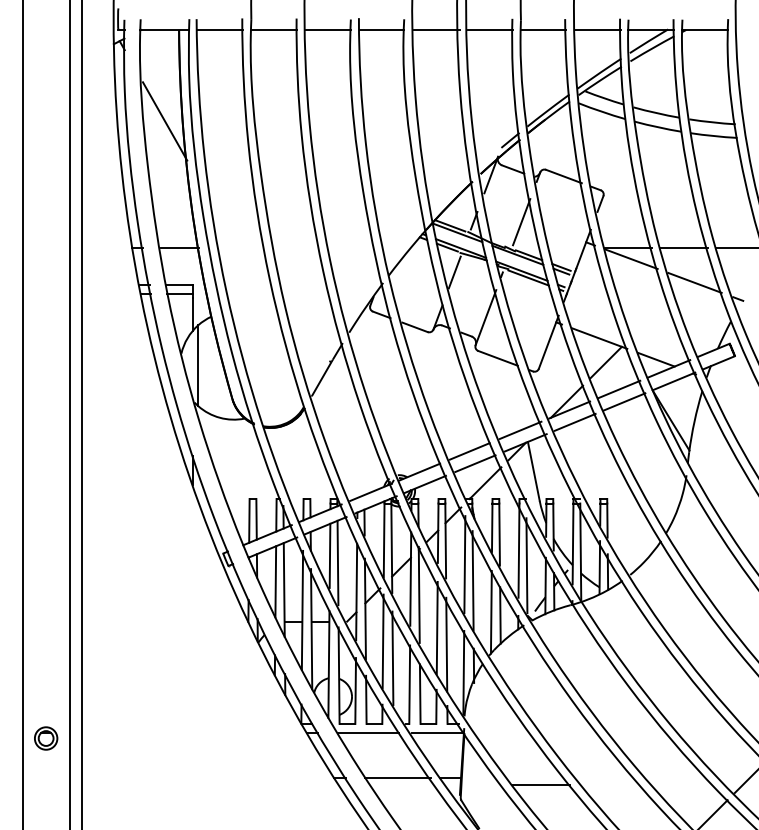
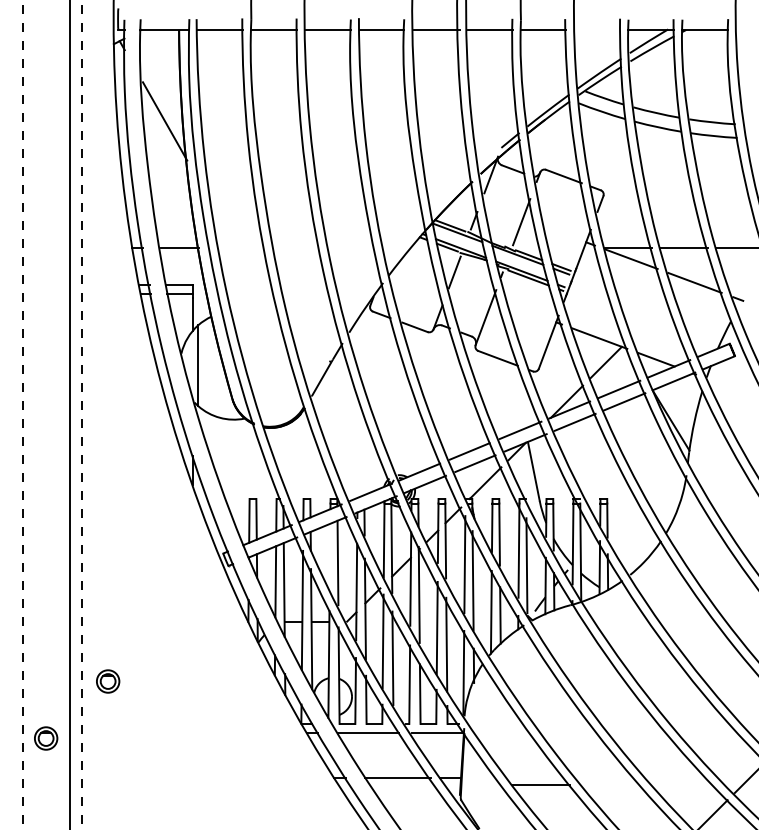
line at (597, 30): present -> none
line at (22, 414): solid -> dashed
line at (82, 414): solid -> dashed
line at (329, 555): present -> none
part at (108, 681): none -> present
